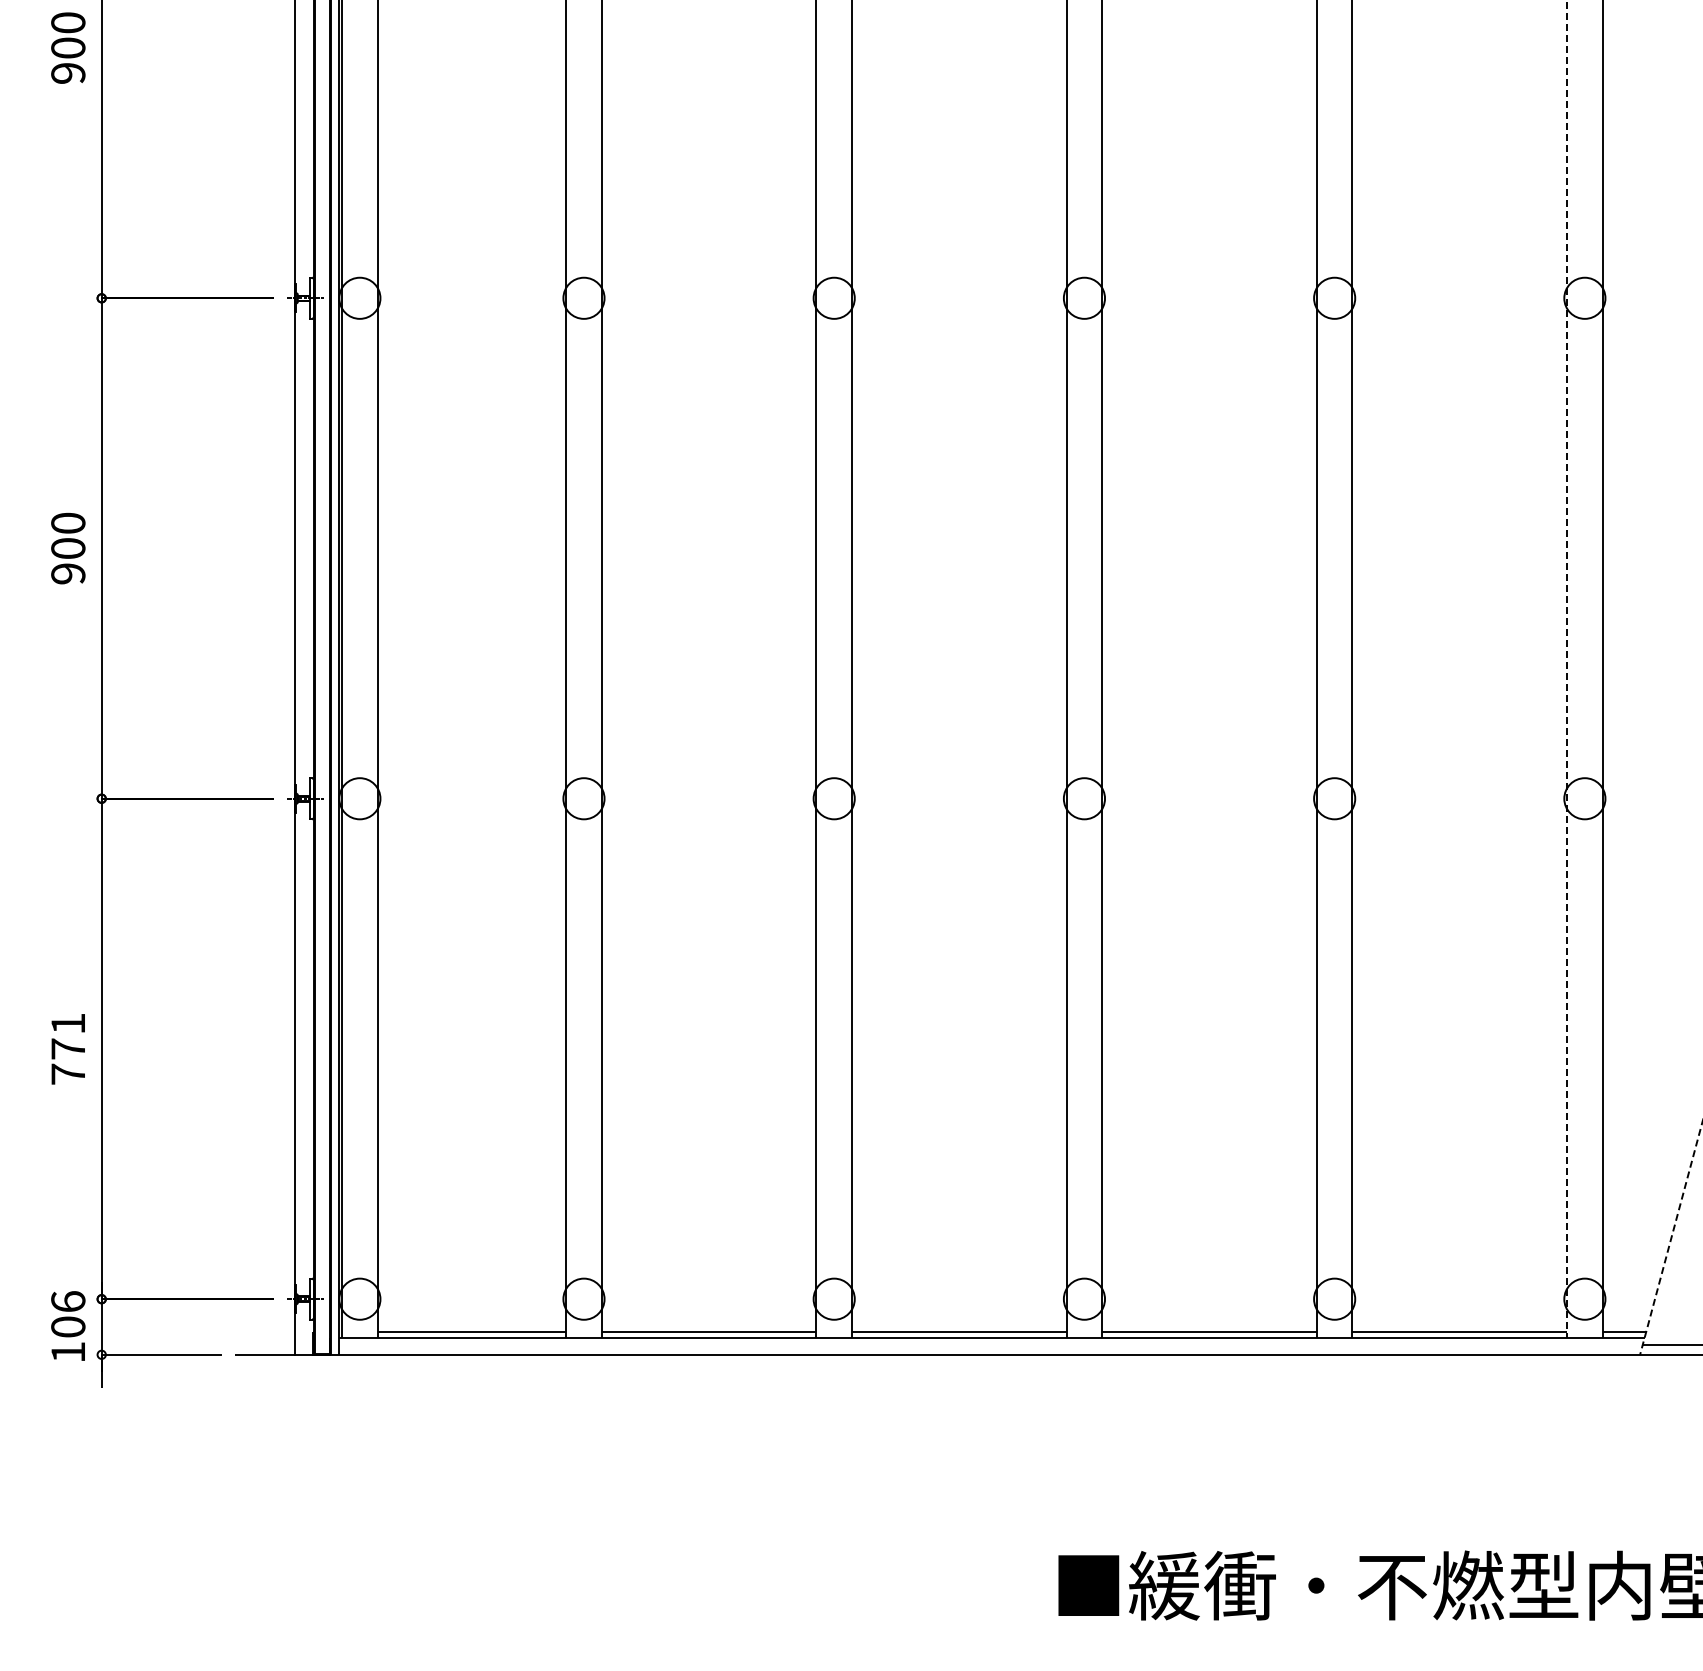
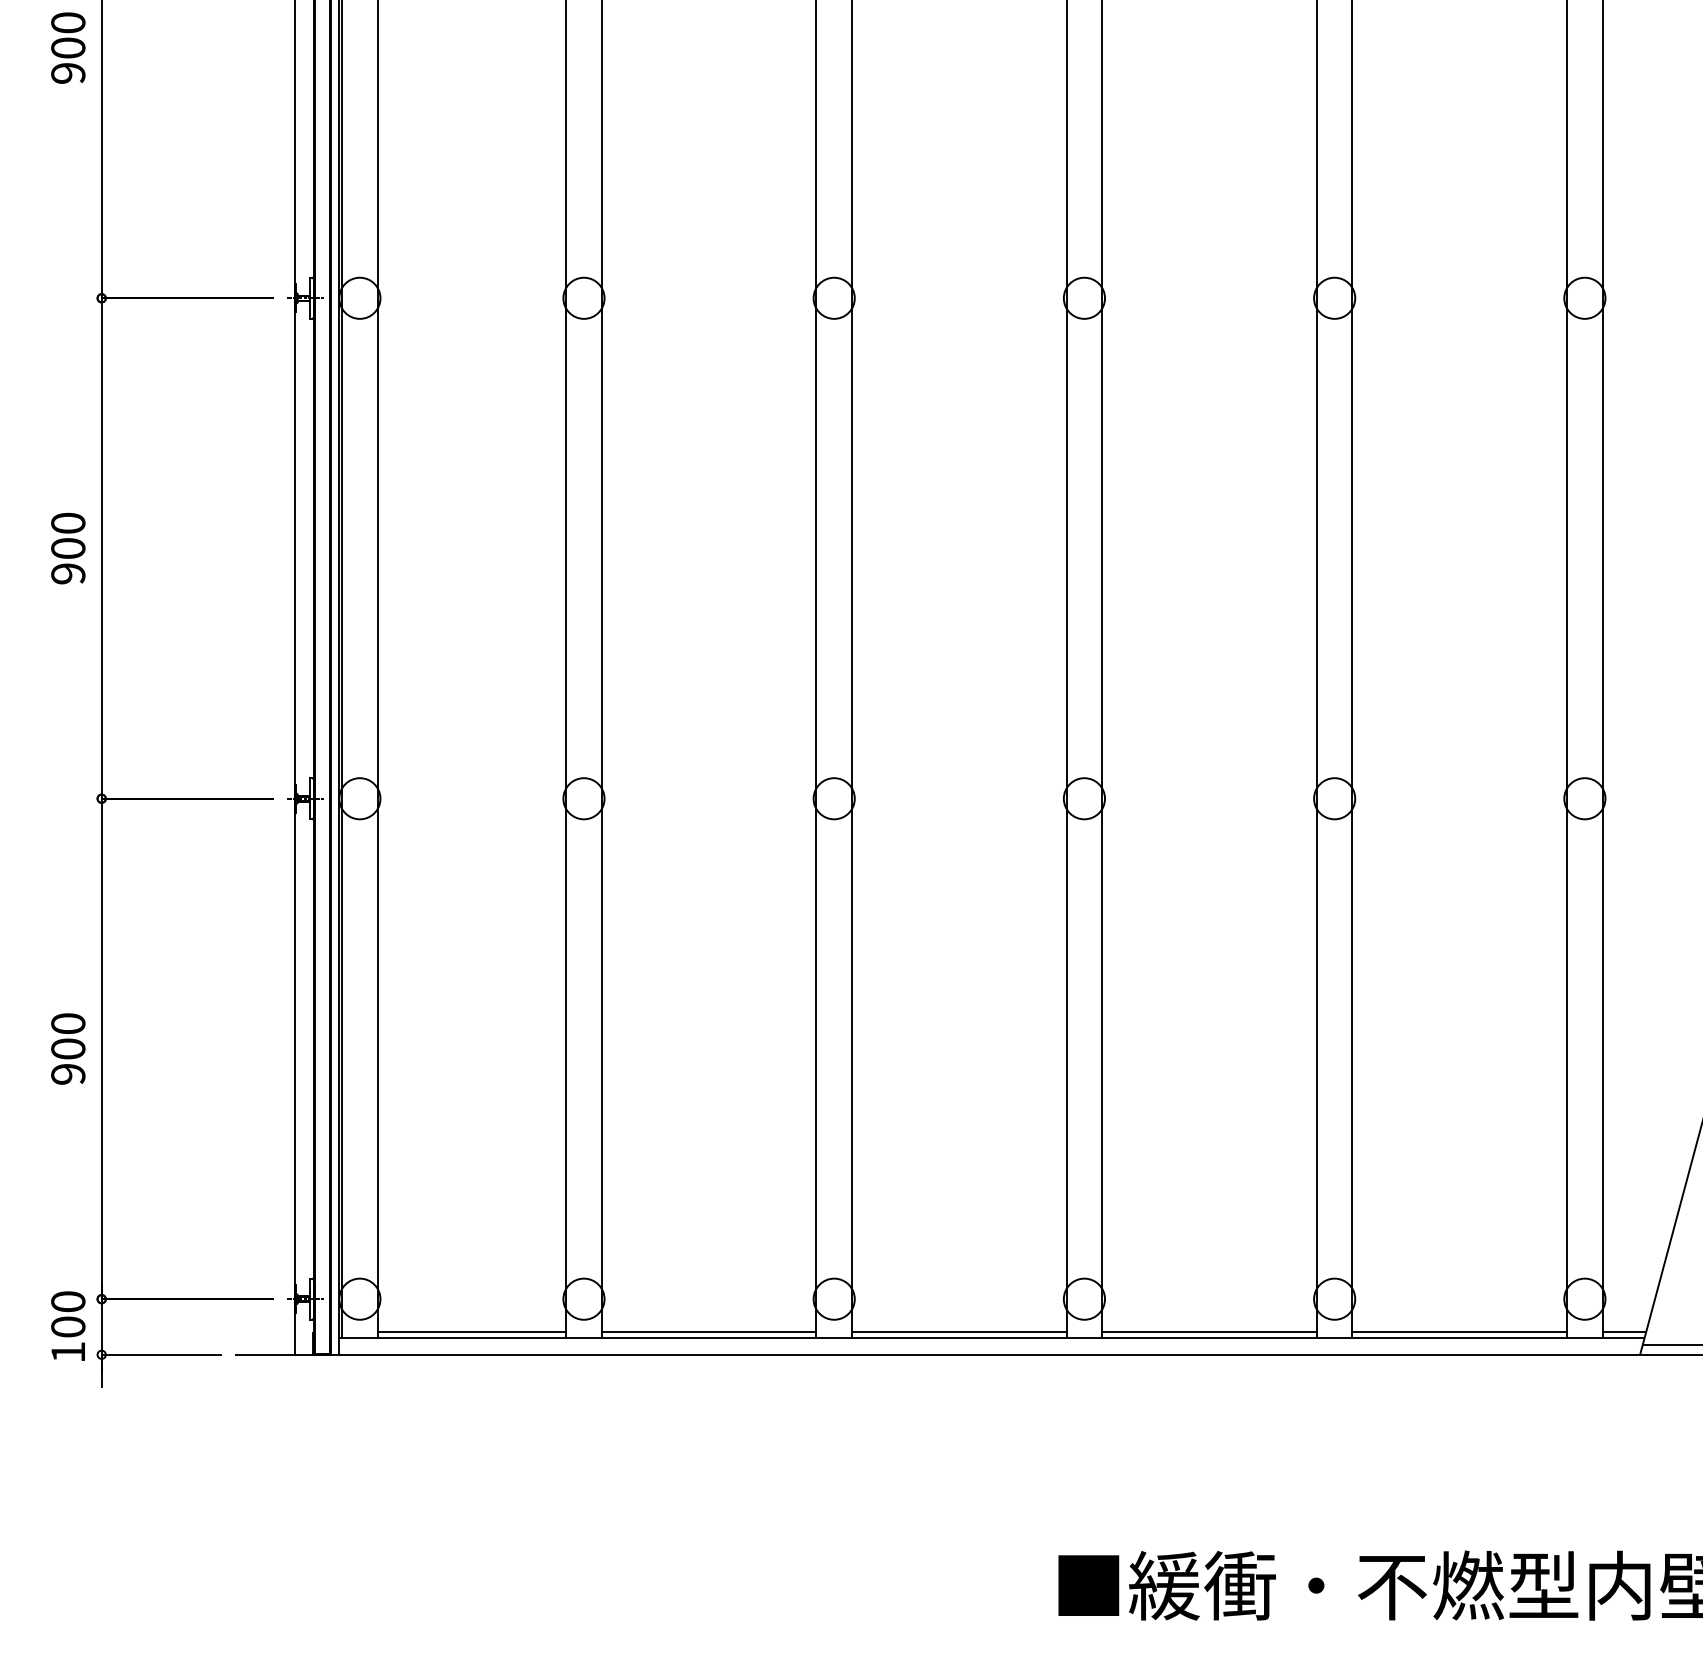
line at (1567, 669): dashed -> solid
text at (68, 1048): 771 -> 900
line at (1671, 1237): dashed -> solid
text at (68, 1301): 106 -> 100
